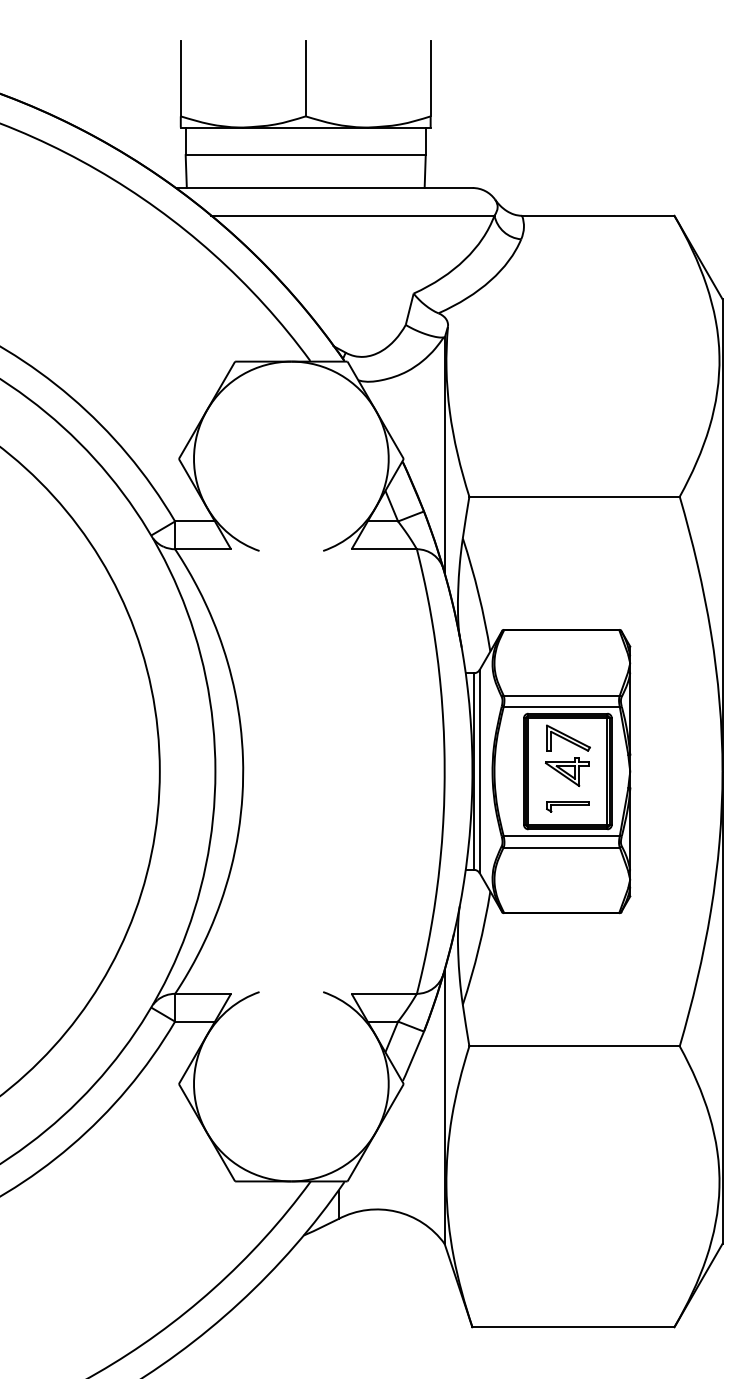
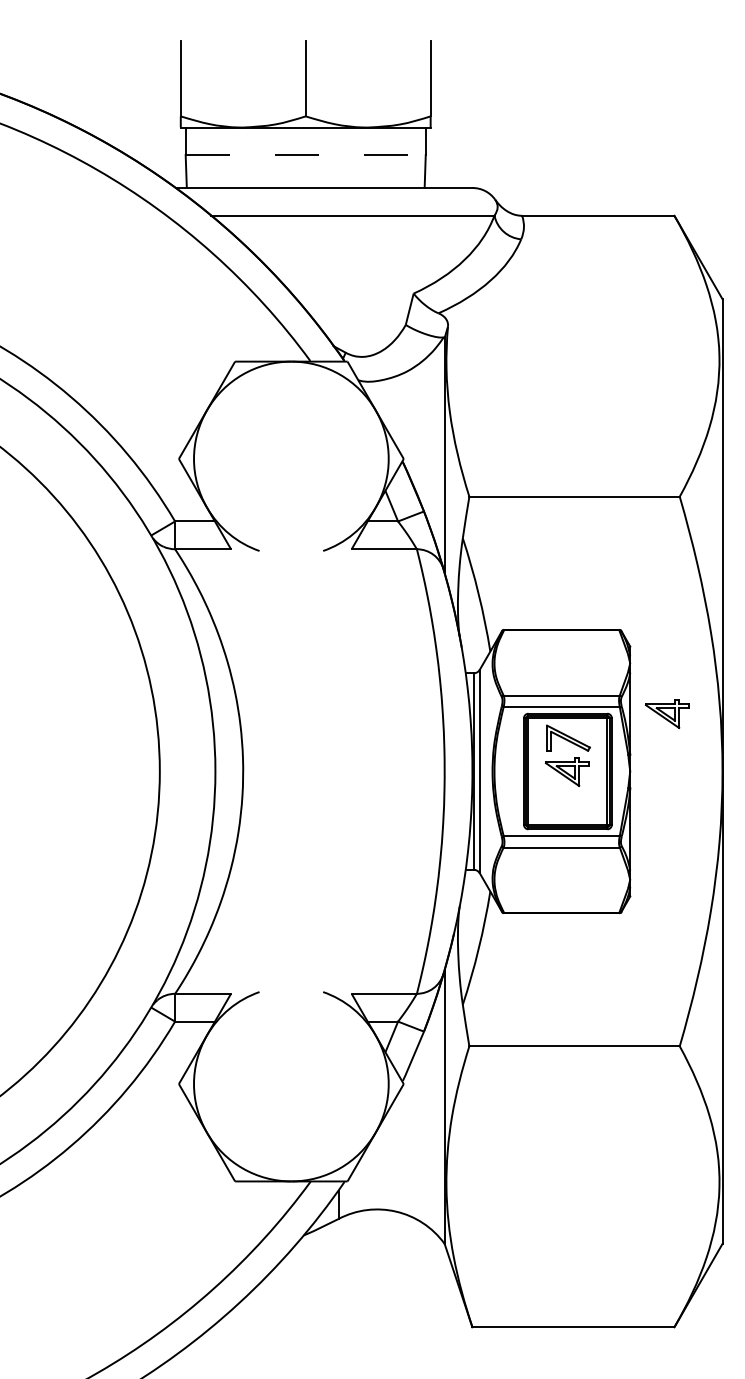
line at (306, 155): solid -> dashed
part at (667, 713): none -> present
part at (567, 806): present -> none
